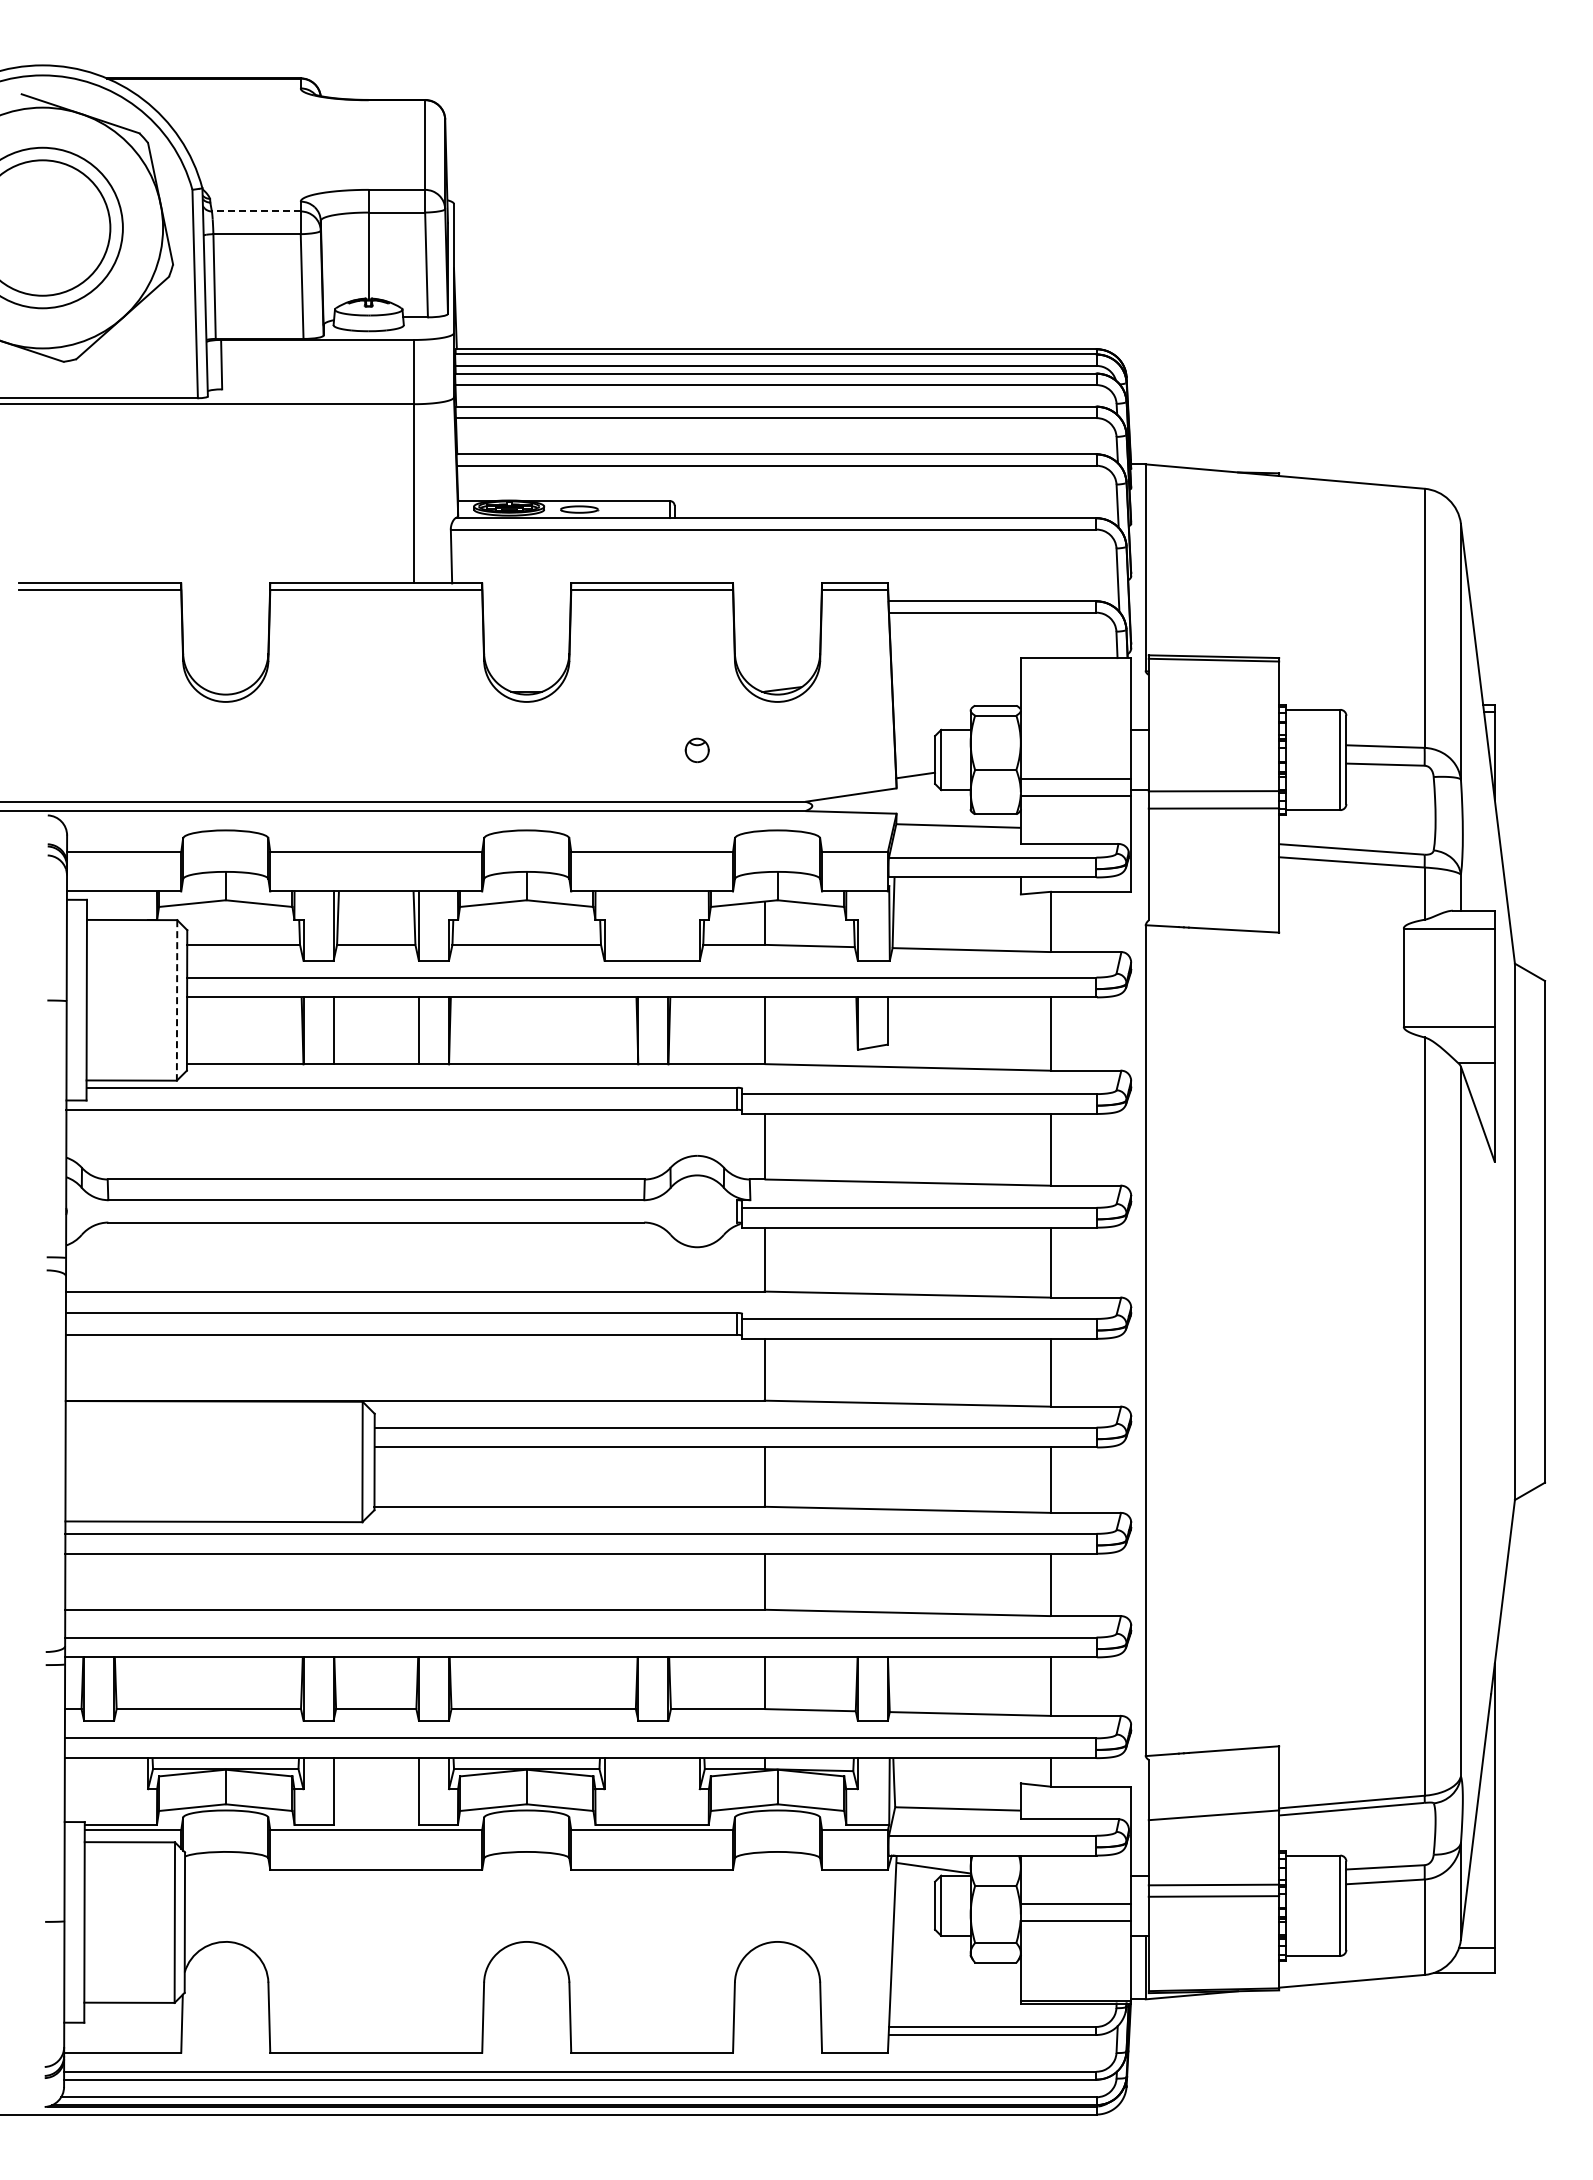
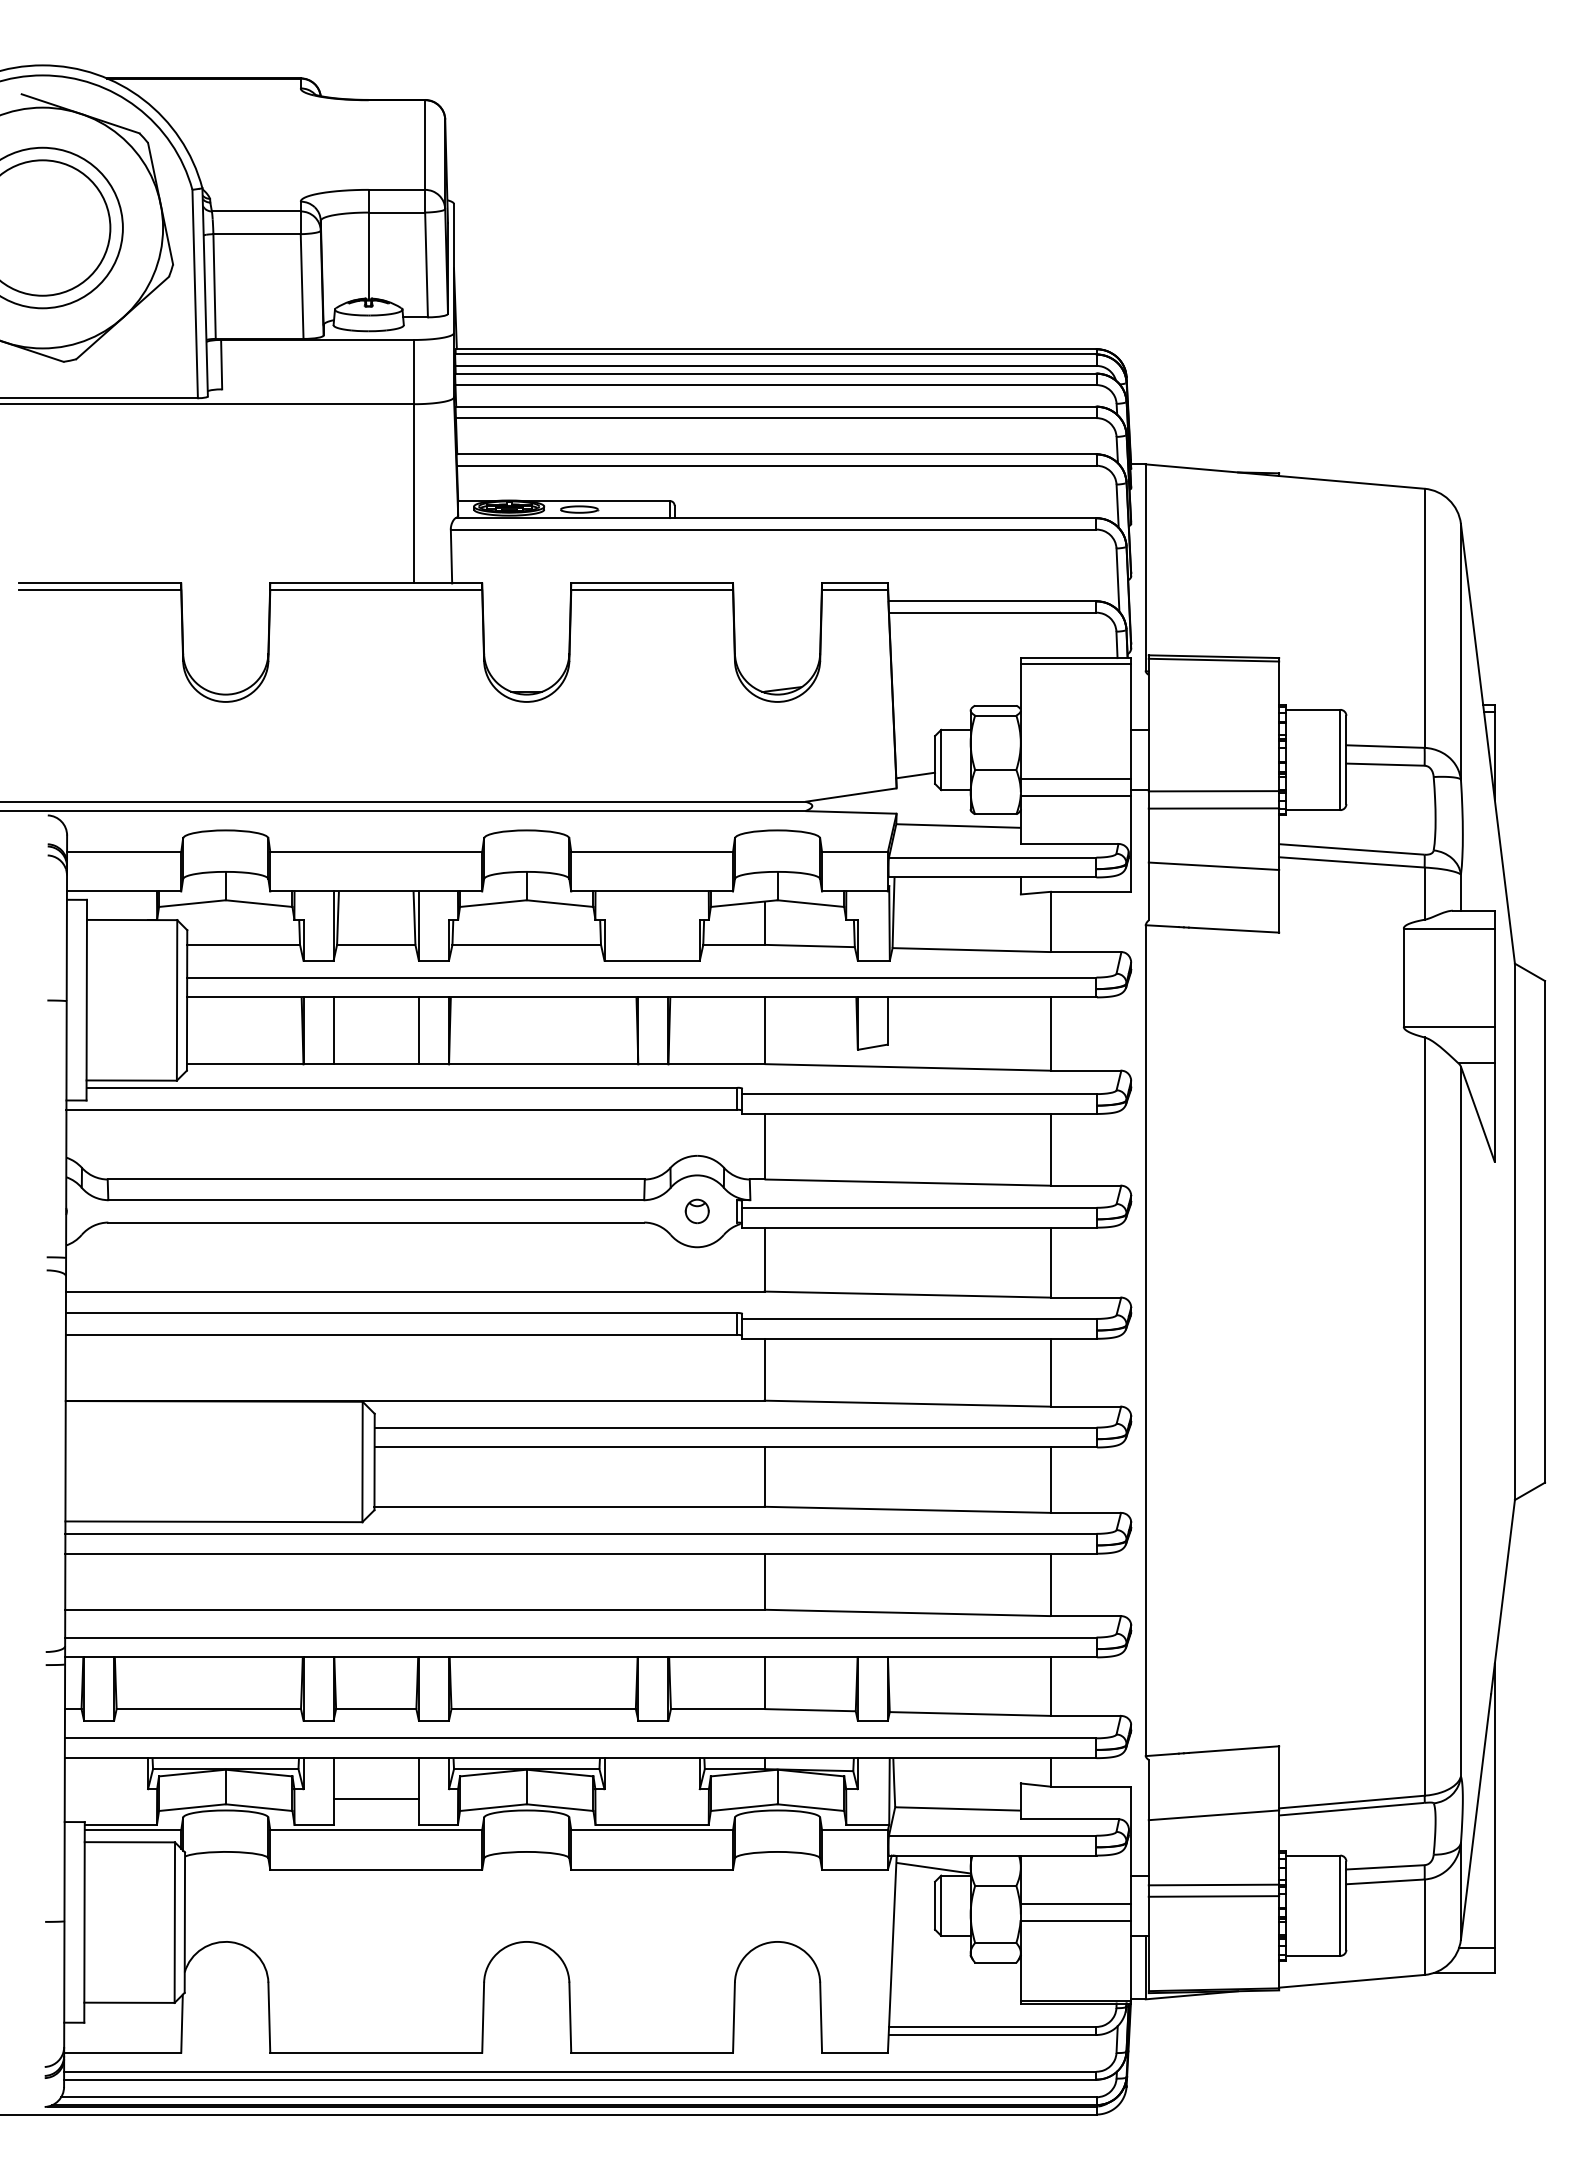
line at (255, 211): dashed -> solid
line at (1075, 663): none -> present
part at (696, 750) position: (696, 750) -> (696, 1211)
line at (1213, 865): none -> present
line at (177, 1000): dashed -> solid
line at (375, 1798): none -> present
